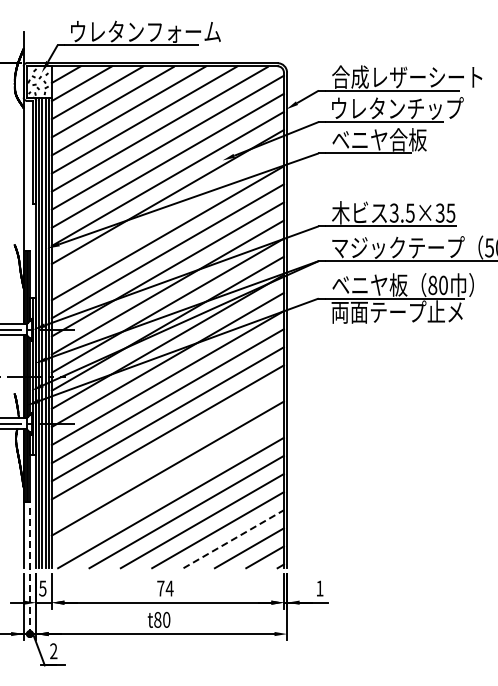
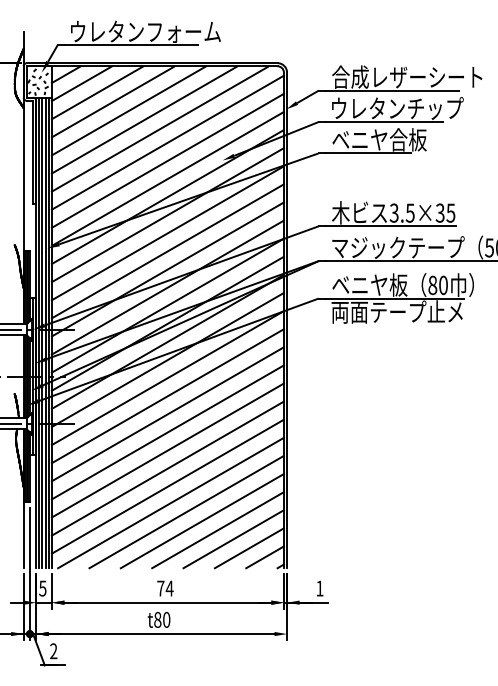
line at (167, 215): none -> present
line at (167, 450): none -> present
line at (167, 486): none -> present
line at (233, 539): dashed -> solid
line at (29, 574): dashed -> solid
